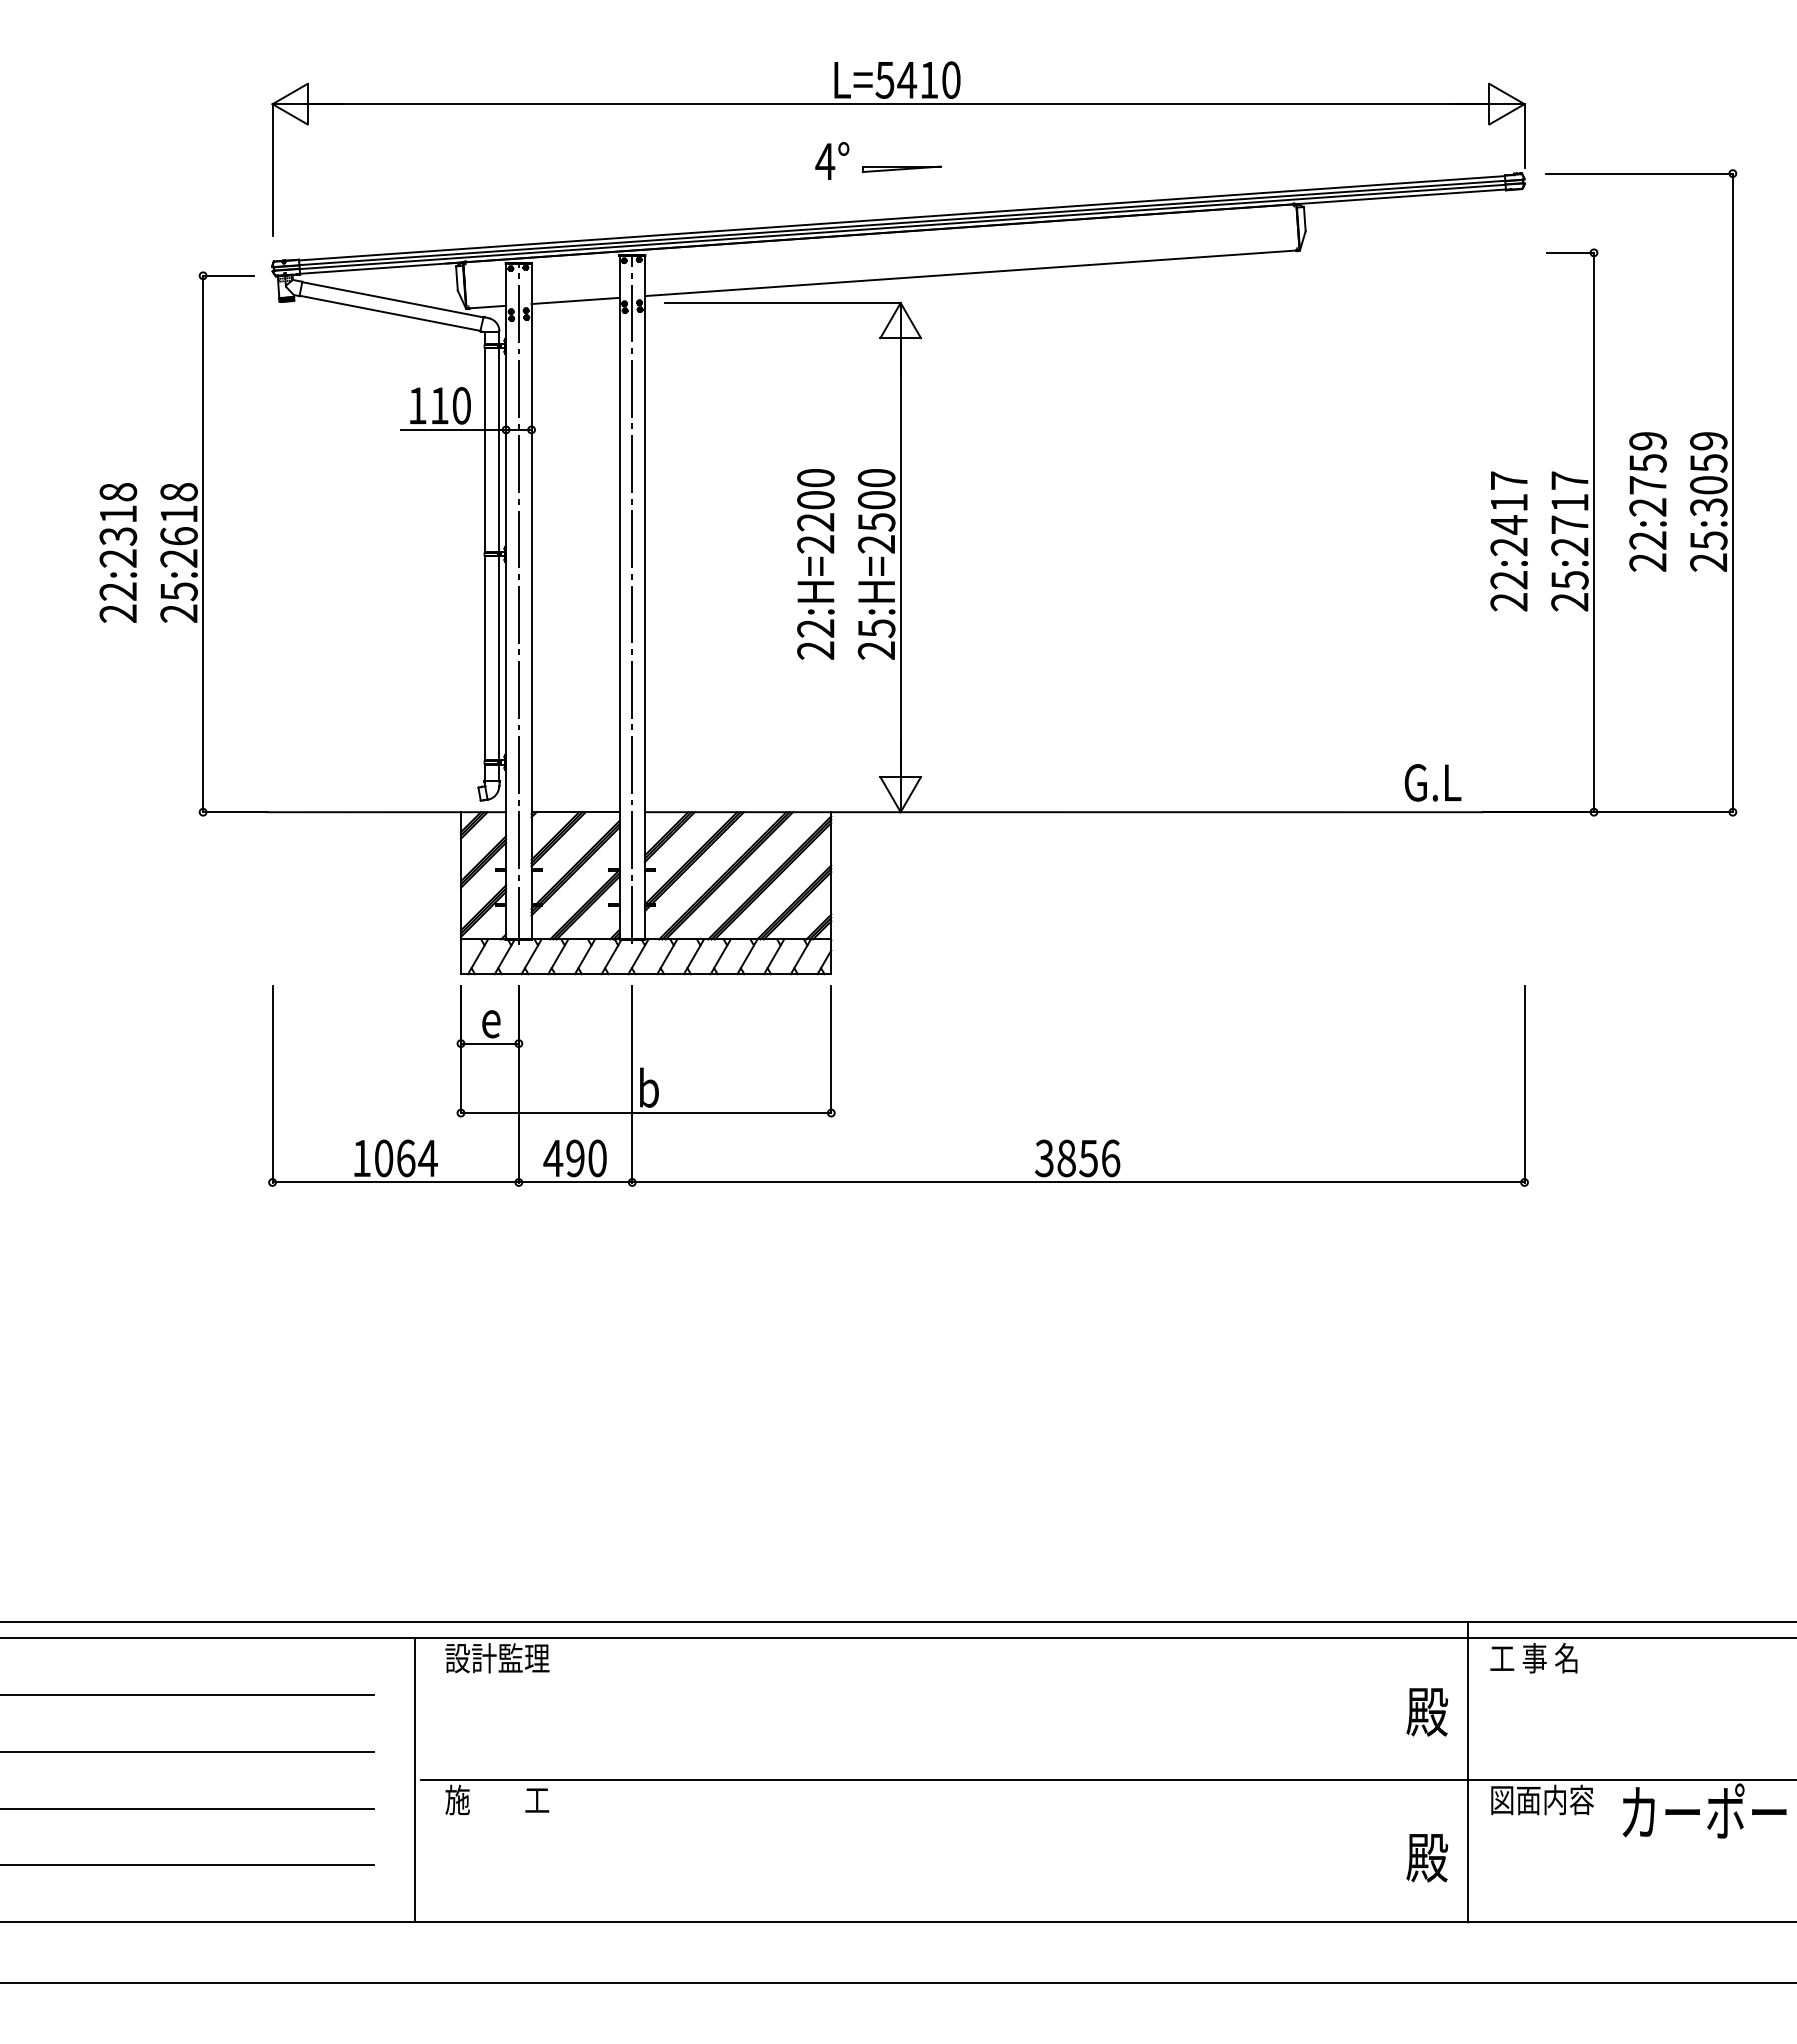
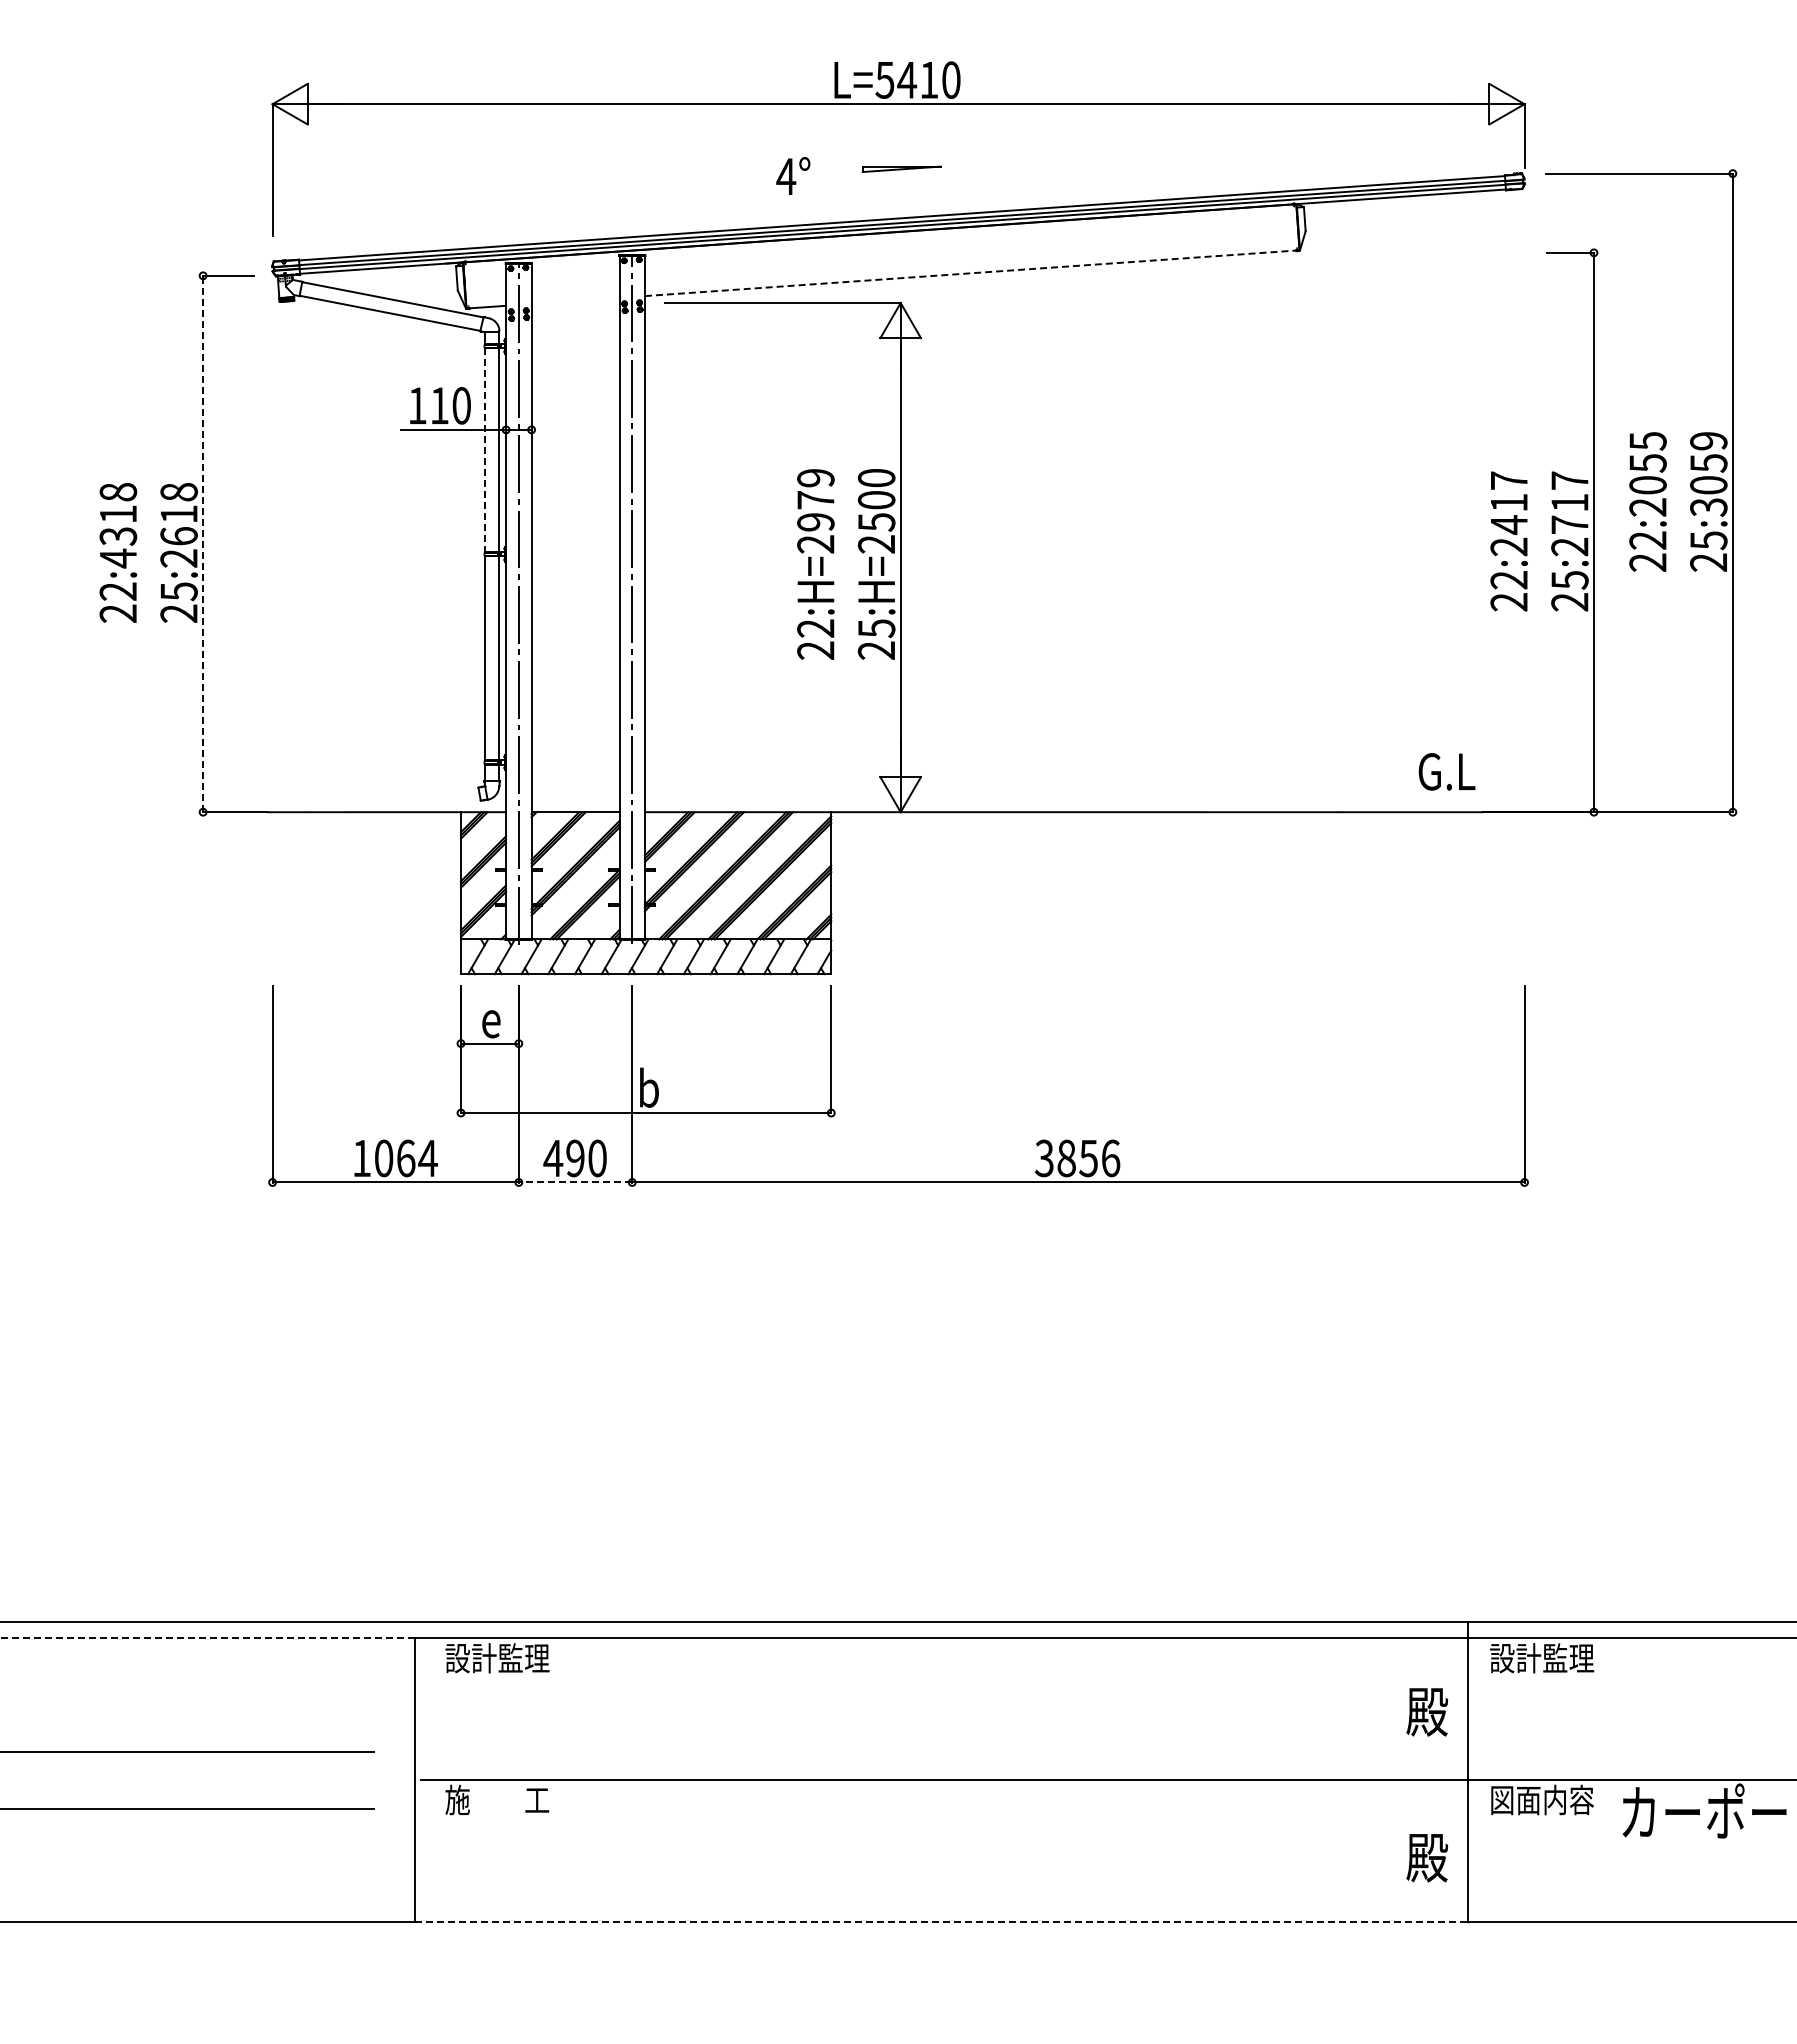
text at (832, 160) position: (832, 160) -> (793, 175)
line at (972, 273): solid -> dashed
line at (575, 300): present -> none
line at (485, 450): solid -> dashed
text at (1647, 463): 22:2759 -> 22:2055
text at (815, 500): 22:H=2200 -> 22:H=2979
line at (203, 543): solid -> dashed
text at (117, 558): 22:2318 -> 22:4318
text at (1432, 782) position: (1432, 782) -> (1446, 771)
line at (575, 1182): solid -> dashed
line at (207, 1638): solid -> dashed
text at (1542, 1658): 工 事 名 -> 設計監理
line at (188, 1695): present -> none
line at (188, 1865): present -> none
line at (941, 1921): solid -> dashed
line at (897, 1982): present -> none
